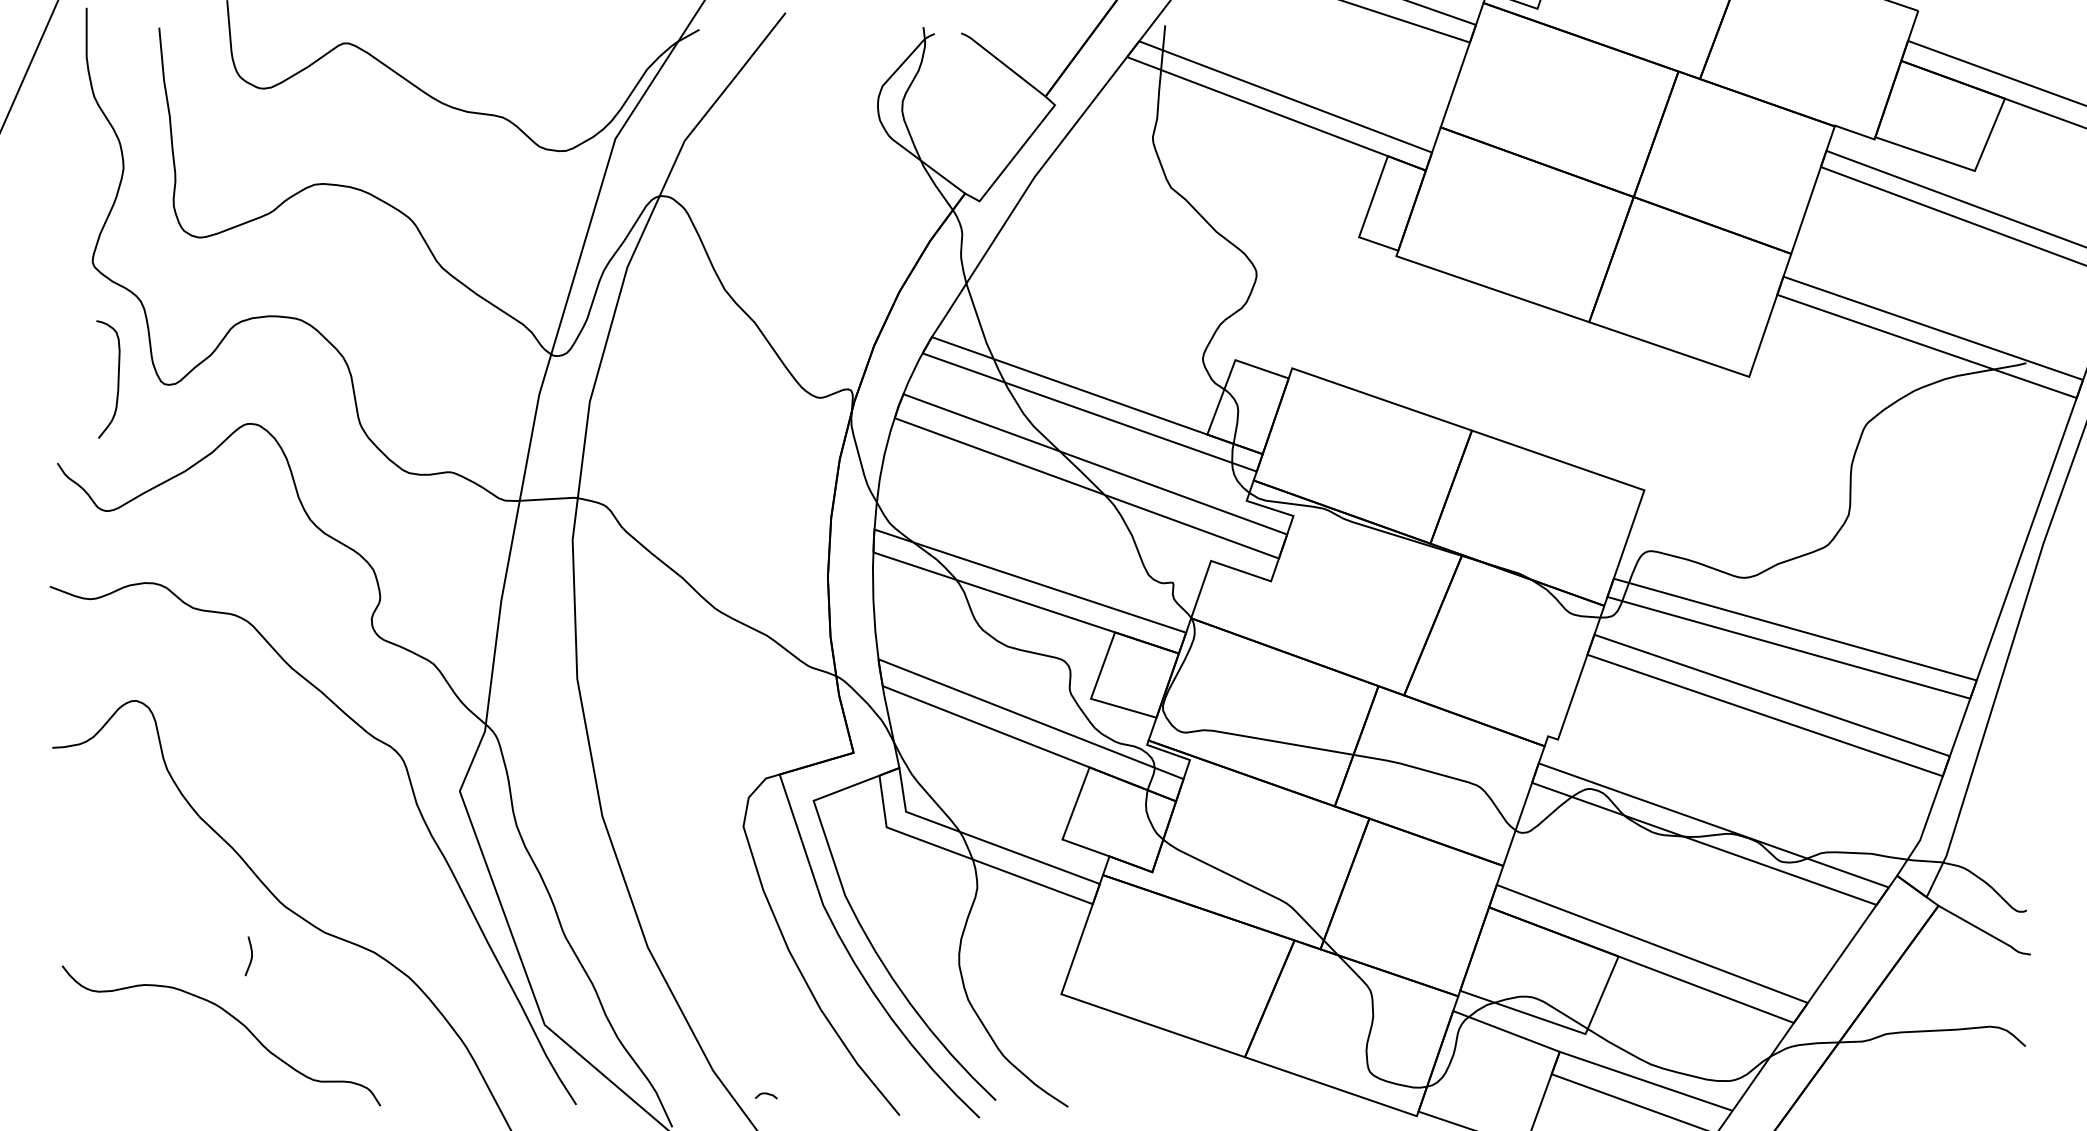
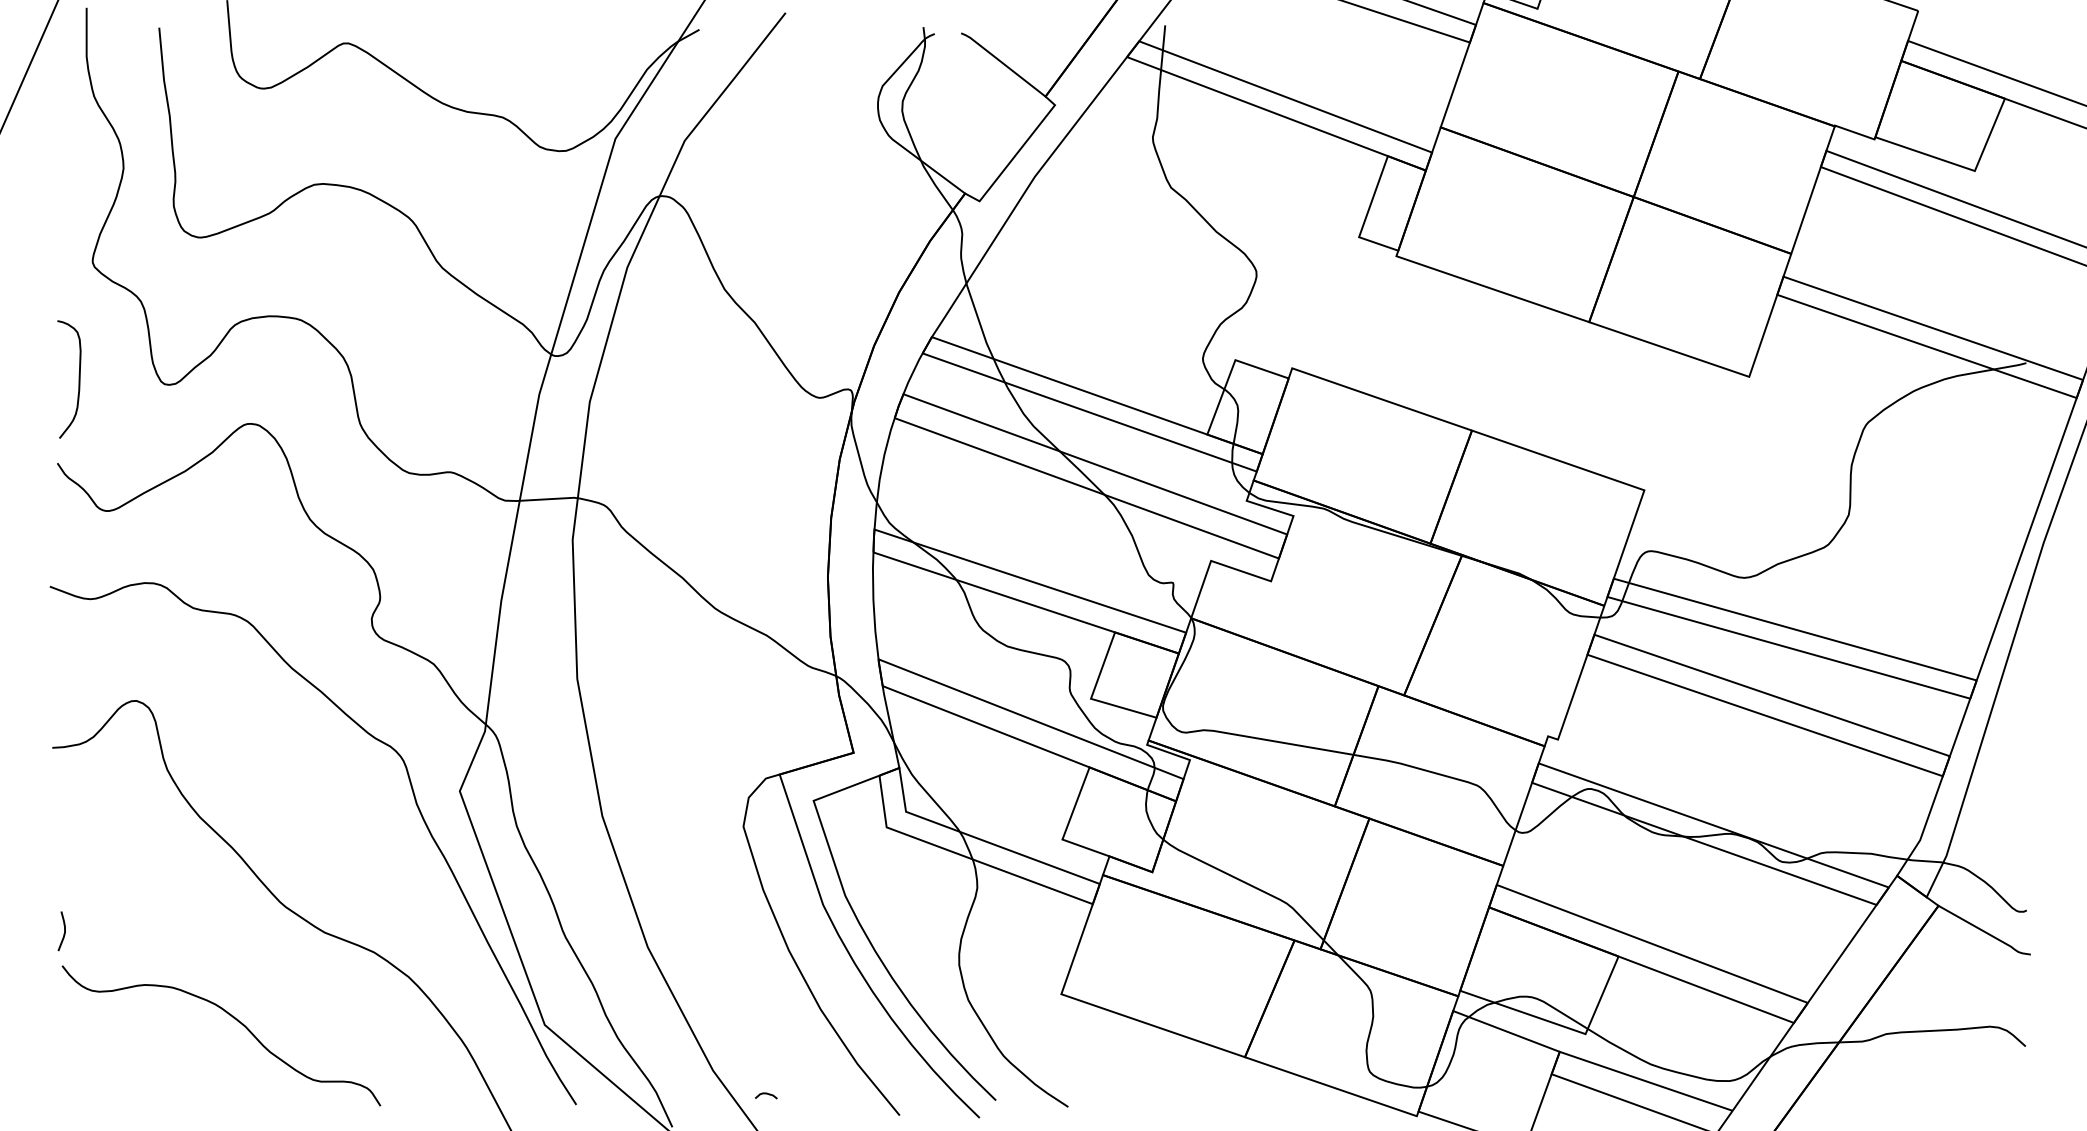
curve at (117, 379) position: (117, 379) -> (78, 379)
curve at (250, 958) position: (250, 958) -> (63, 933)
